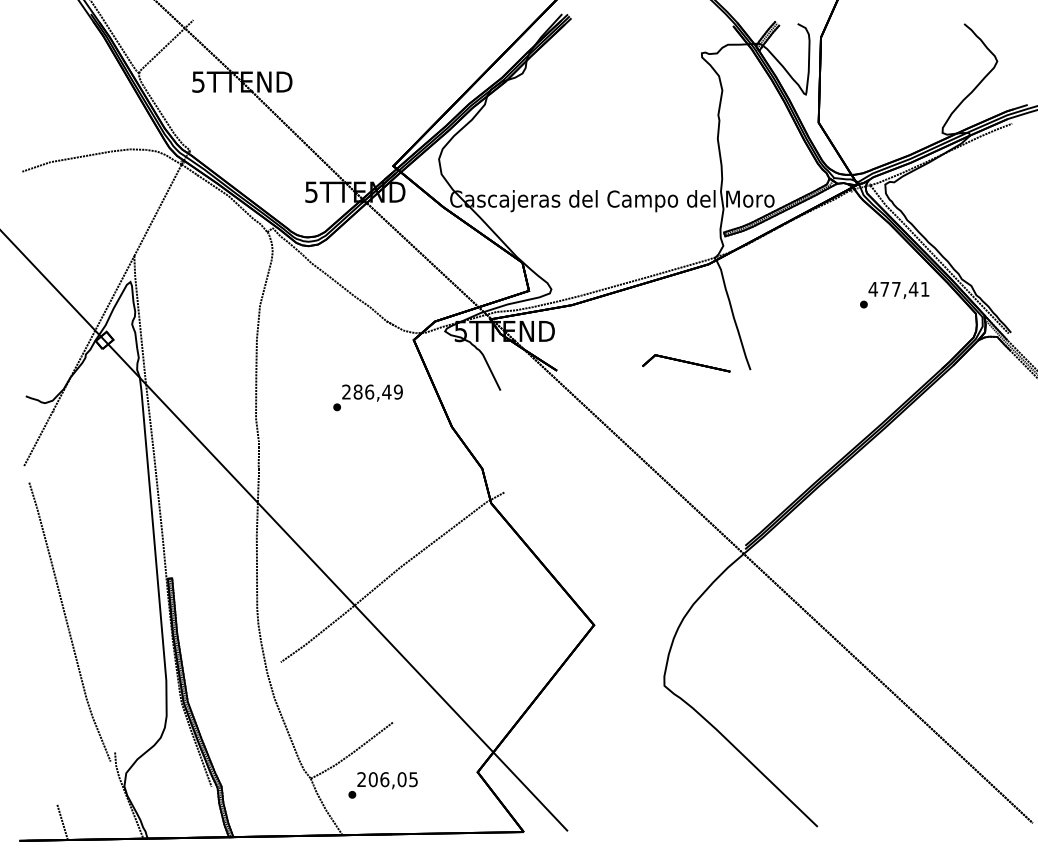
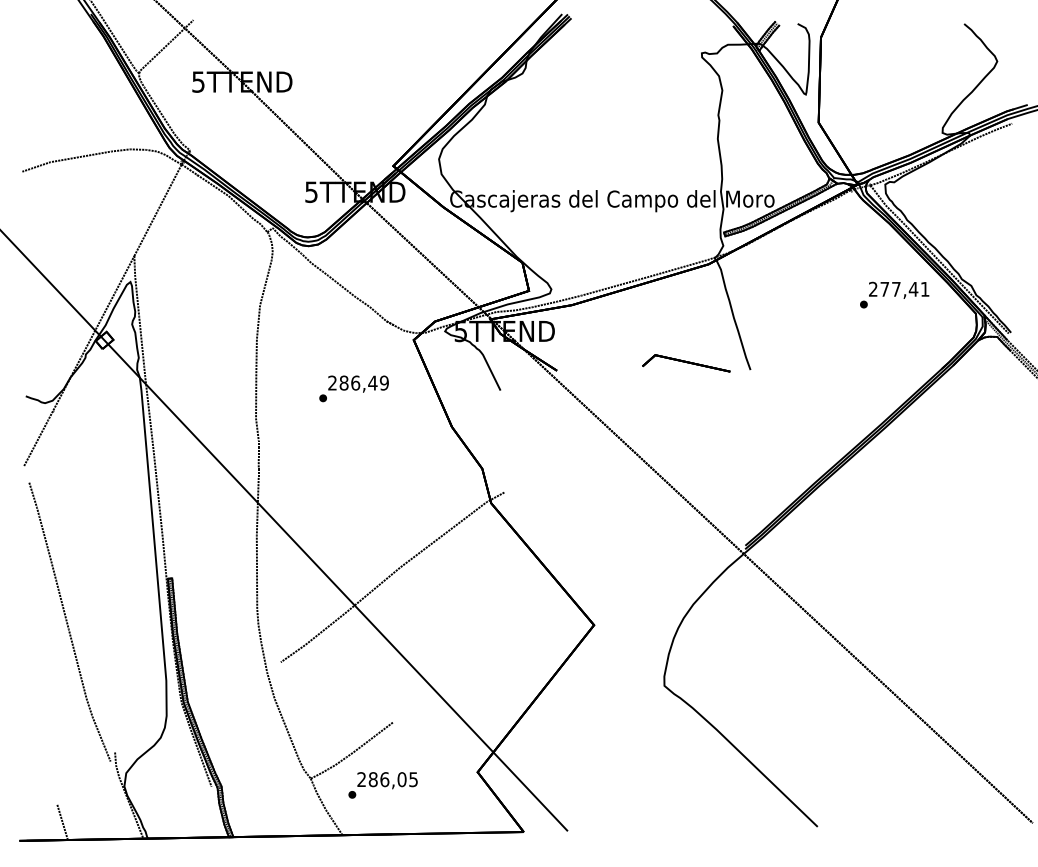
text at (873, 288): 477,41 -> 277,41
text at (367, 397) position: (367, 397) -> (353, 388)
text at (372, 779): 206,05 -> 286,05
